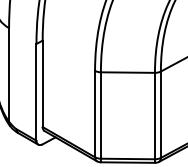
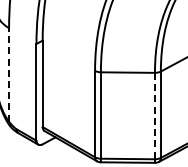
line at (9, 74): solid -> dashed
line at (154, 116): solid -> dashed
